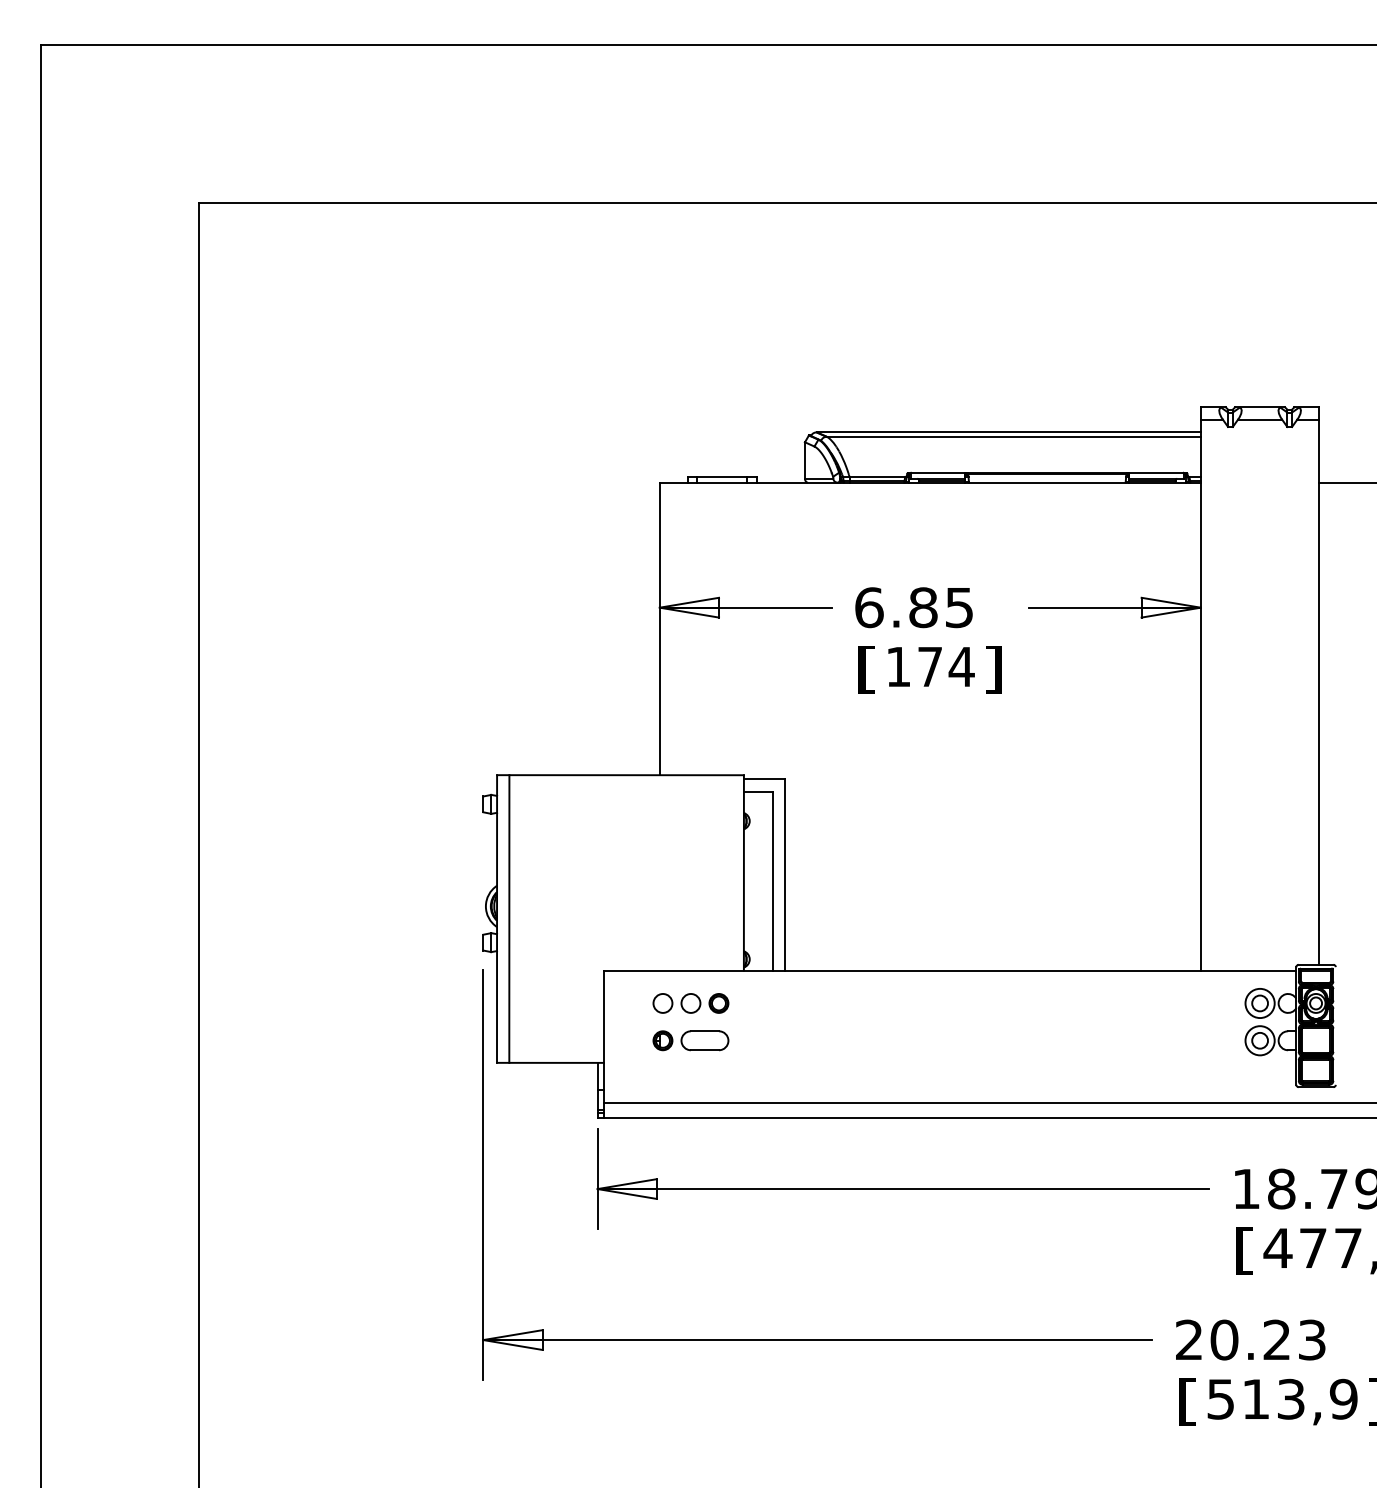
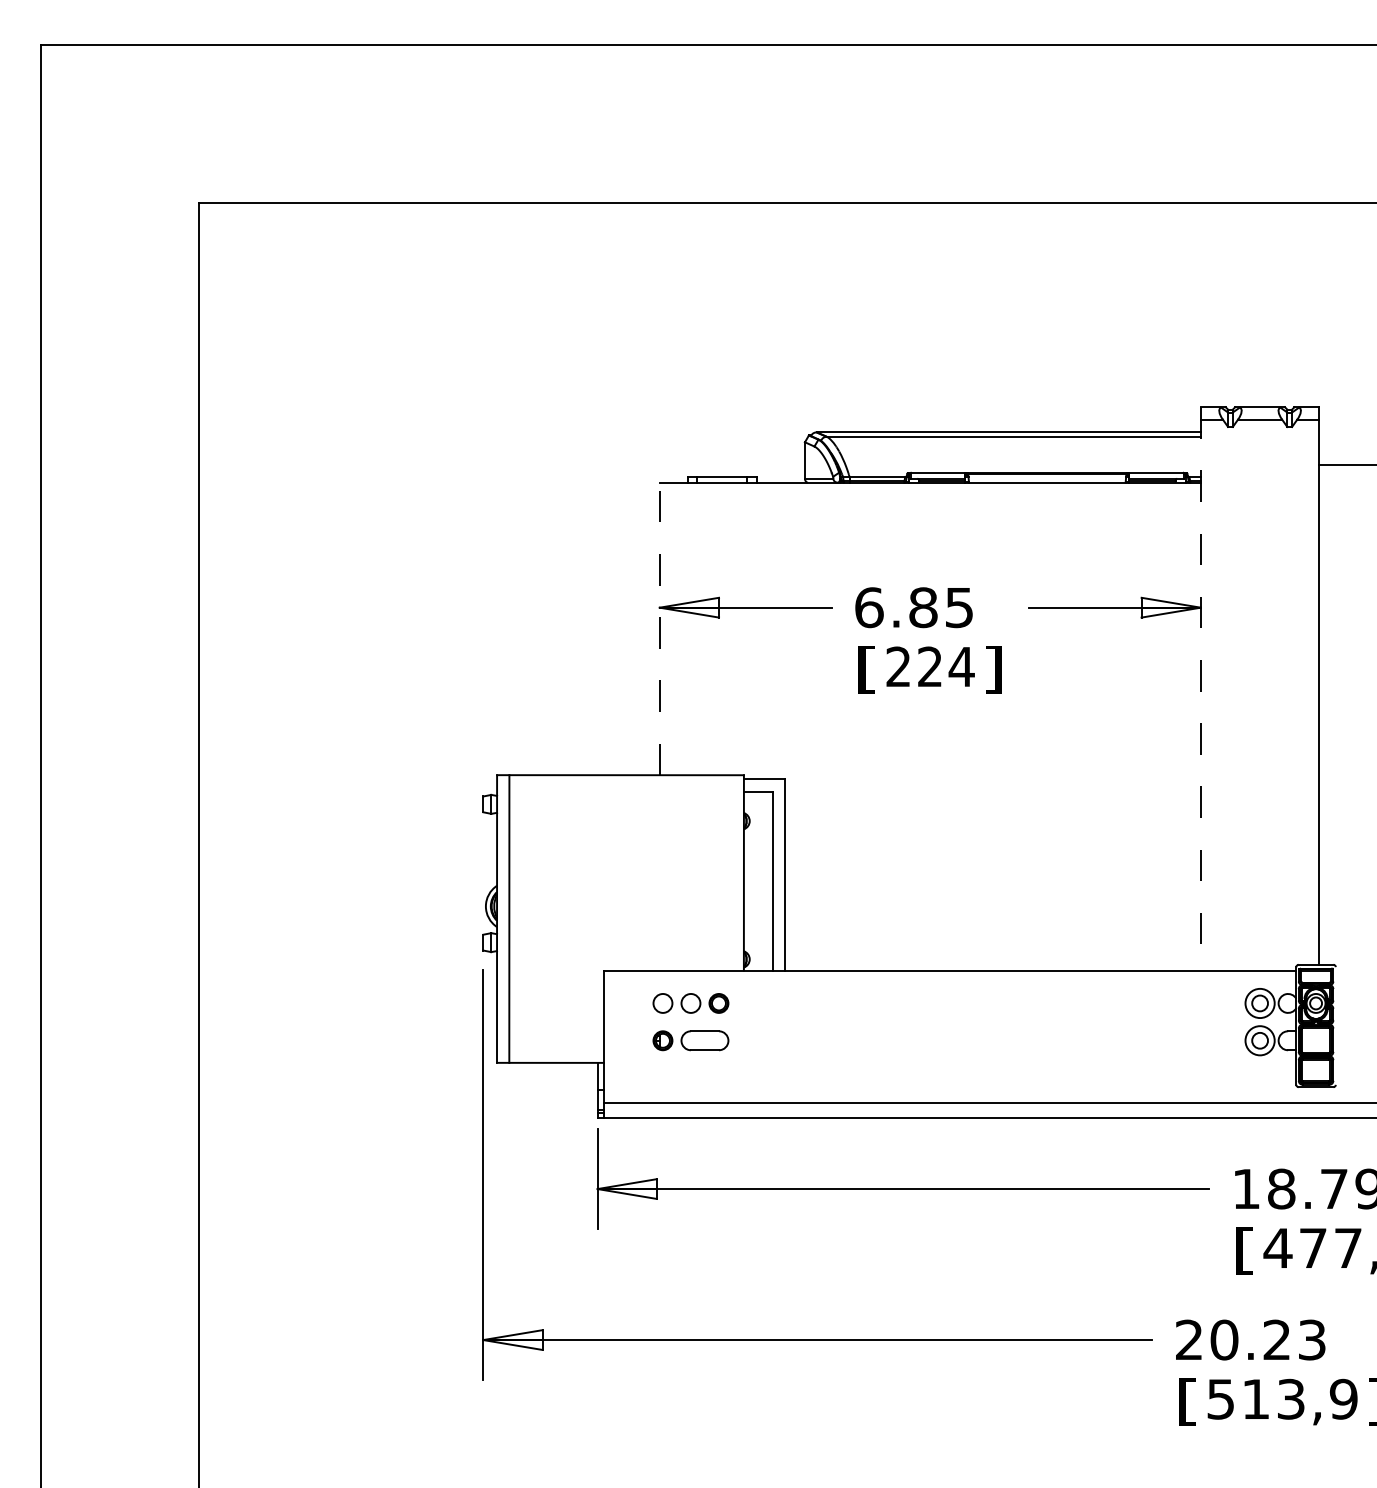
line at (1346, 482) position: (1346, 482) -> (1346, 464)
line at (659, 628): solid -> dashed
text at (913, 666): 174 -> 224
line at (1200, 688): solid -> dashed
